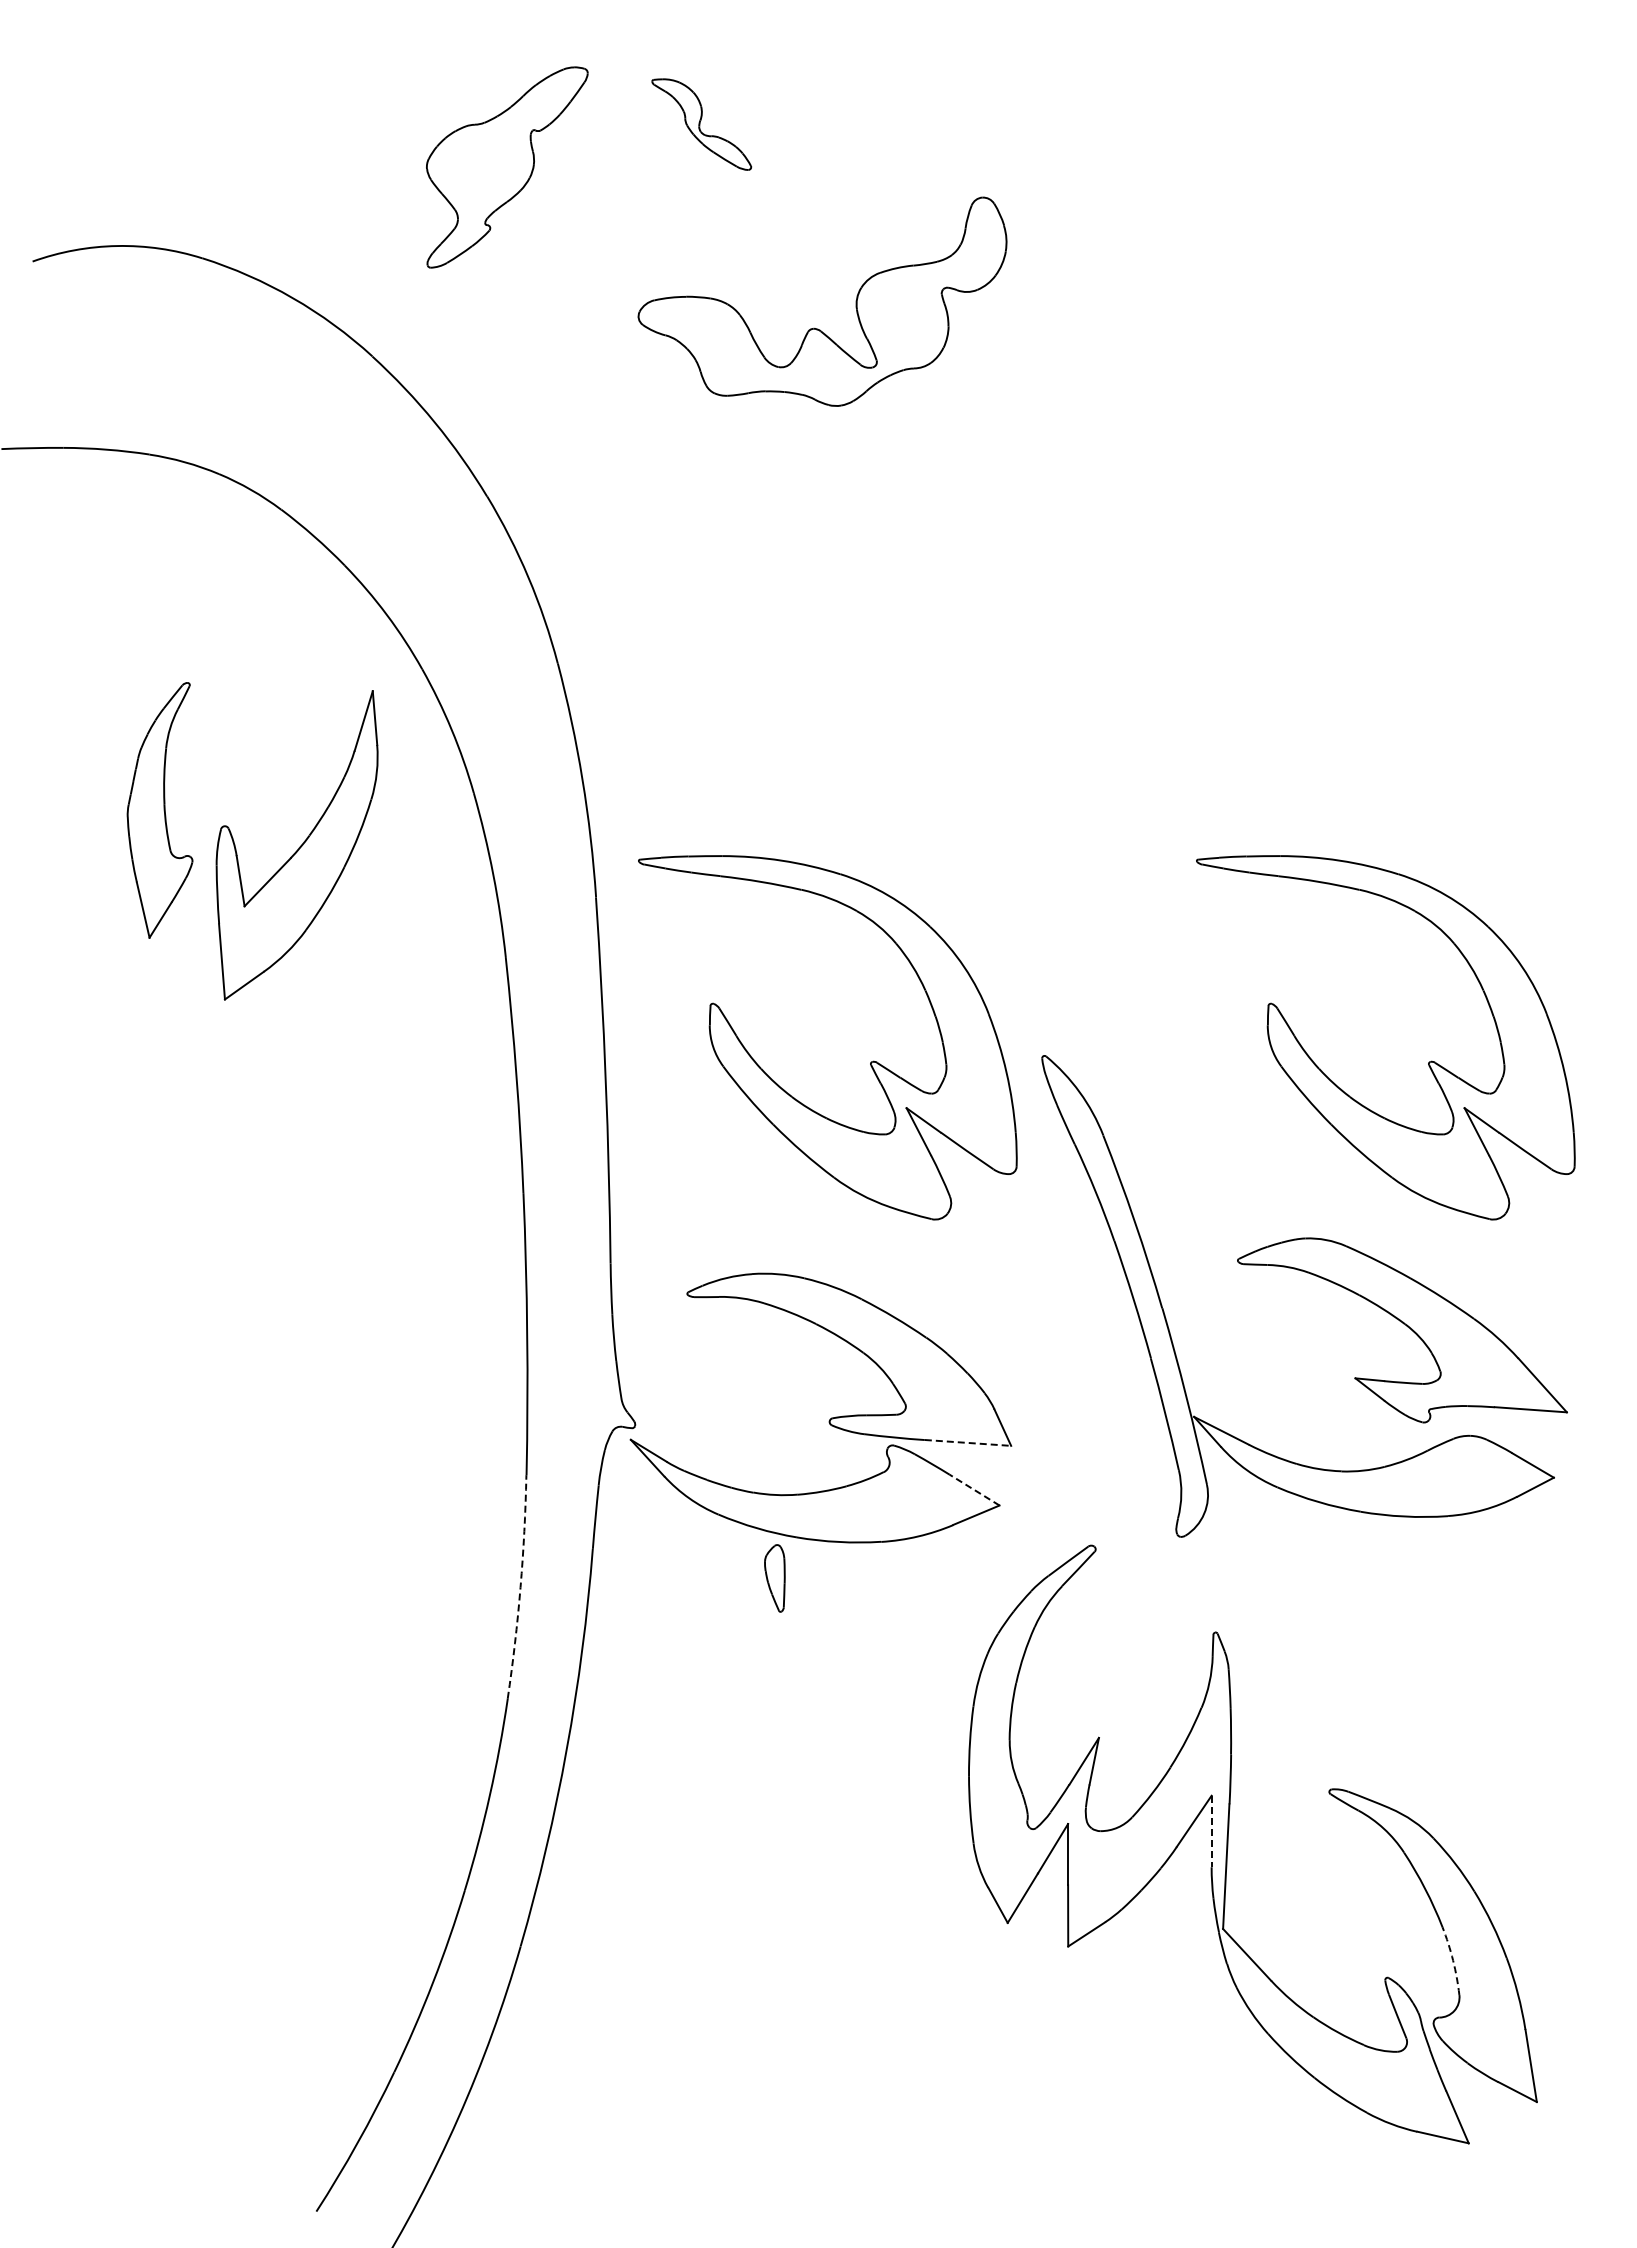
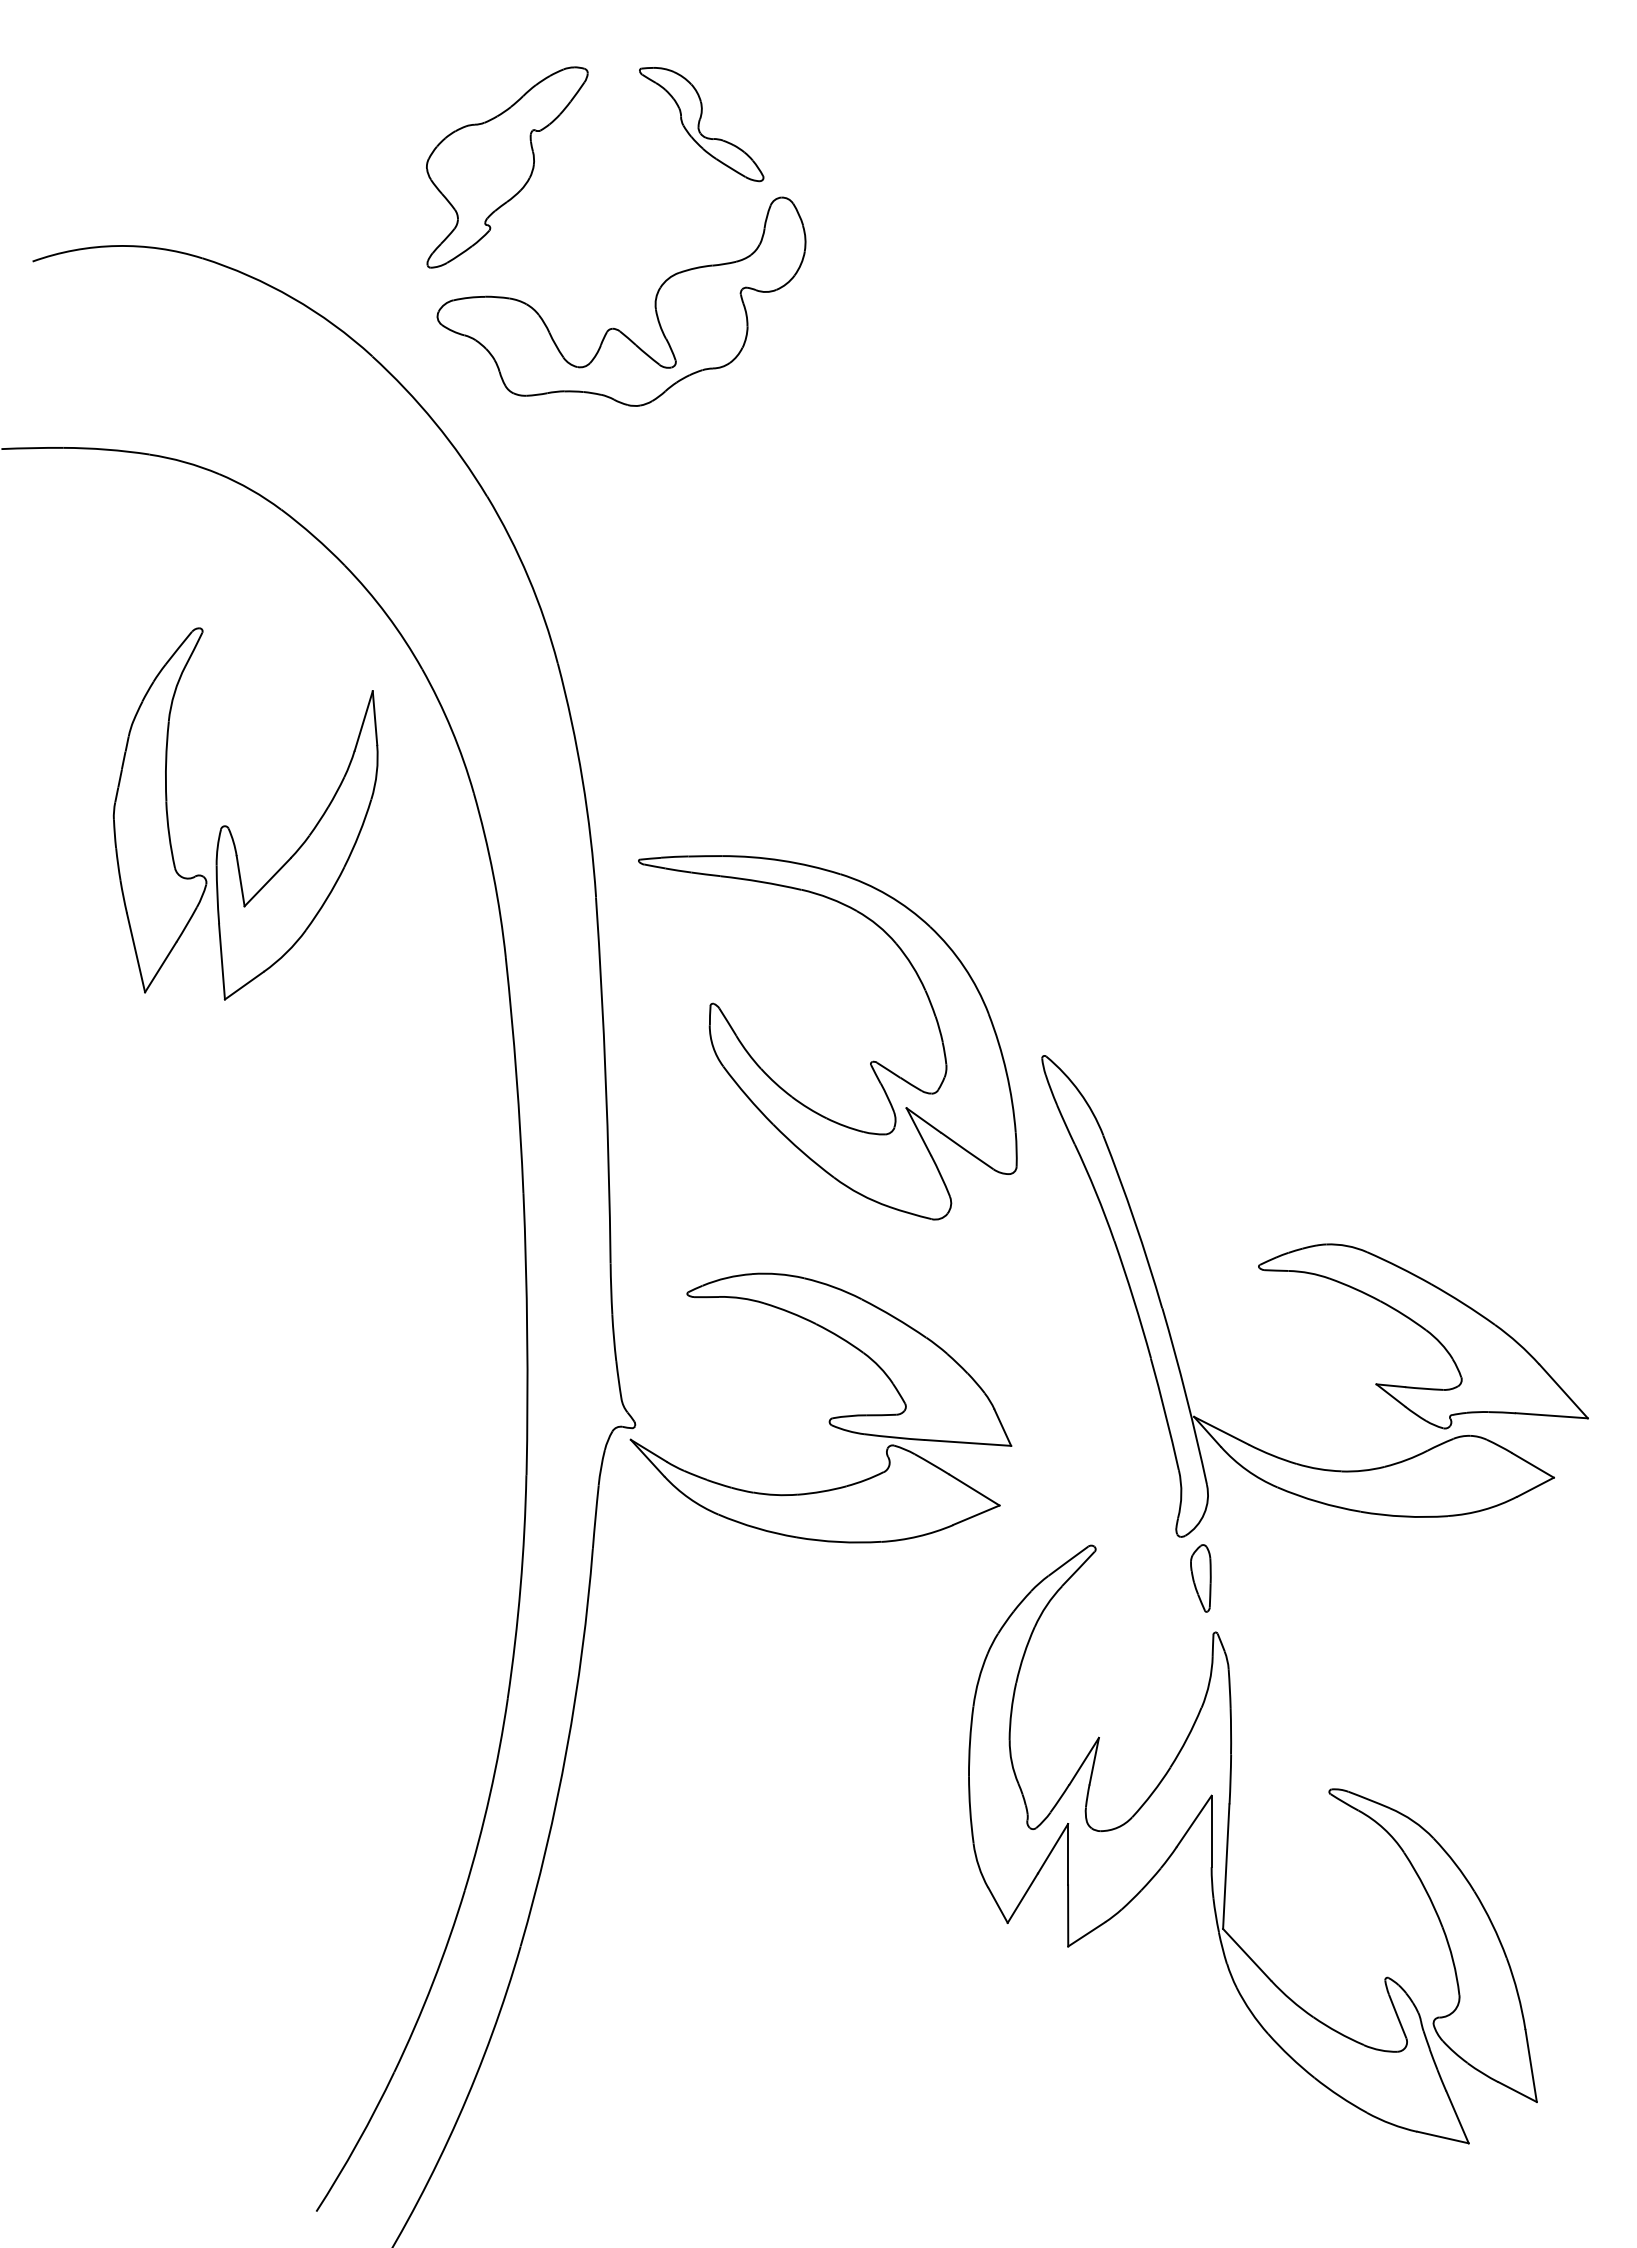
part at (701, 124) size: 102x93 px -> 126x116 px
part at (814, 327) position: (814, 327) -> (613, 327)
part at (159, 810) size: 68x257 px -> 96x367 px
part at (1428, 1062): present -> none
part at (1402, 1330) position: (1402, 1330) -> (1423, 1336)
line at (968, 1442): dashed -> solid
line at (974, 1489): dashed -> solid
part at (774, 1578) position: (774, 1578) -> (1200, 1578)
arc at (520, 1587): dashed -> solid
line at (1211, 1831): dashed -> solid
arc at (1453, 1960): dashed -> solid
